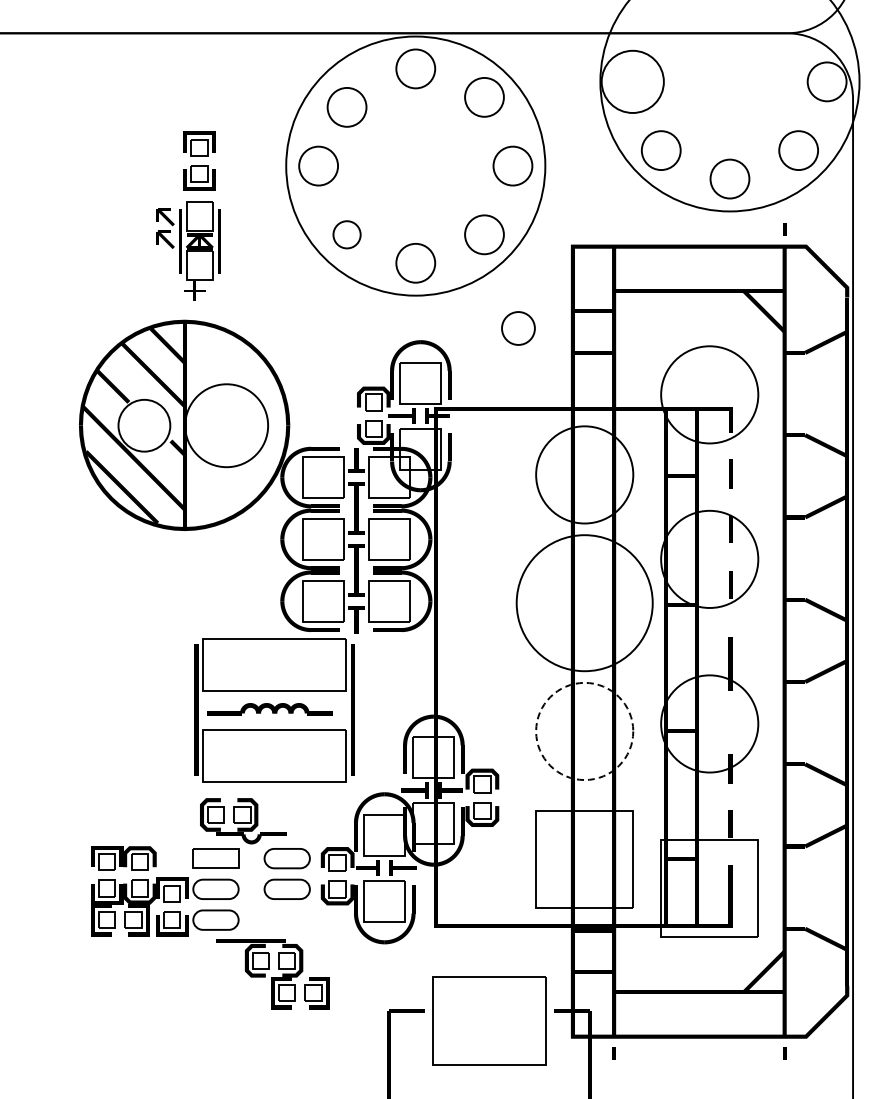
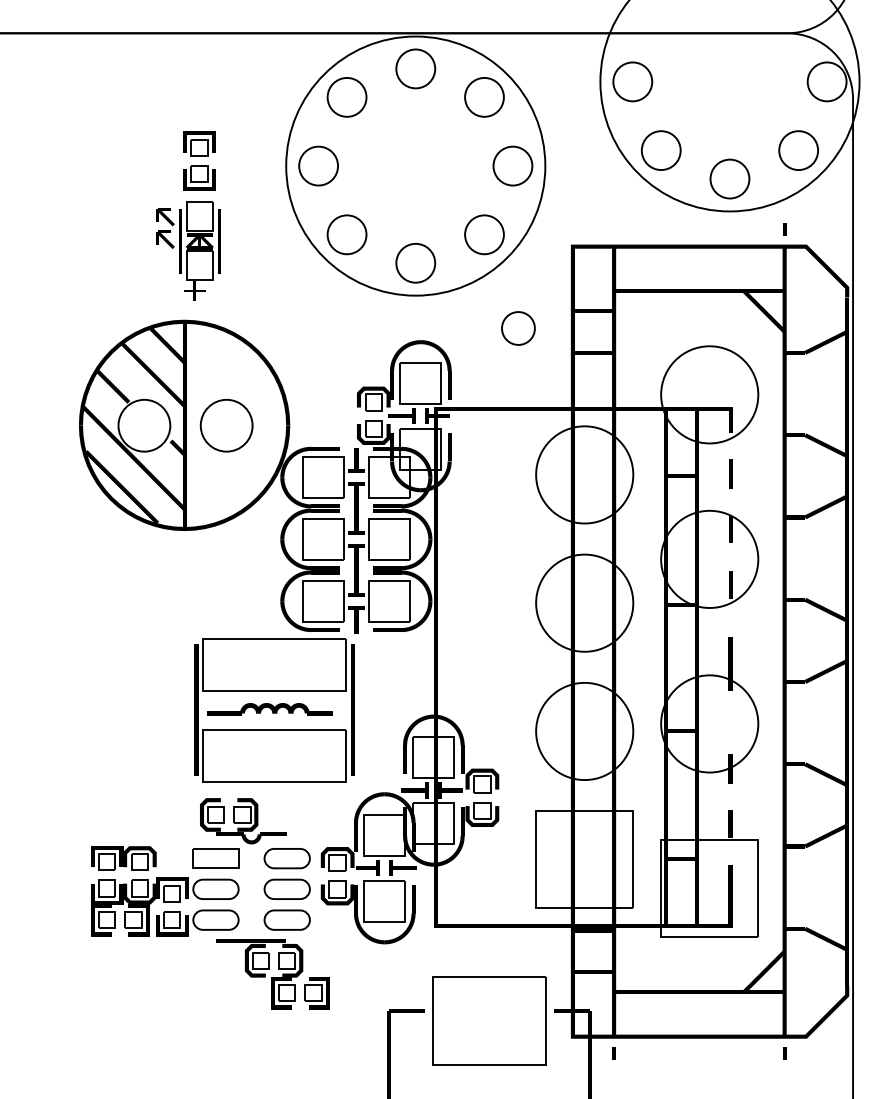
circle at (632, 81) diameter: 62 px -> 39 px
circle at (346, 107) position: (346, 107) -> (346, 97)
circle at (346, 234) diameter: 27 px -> 39 px
circle at (226, 425) diameter: 83 px -> 52 px
circle at (584, 603) diameter: 136 px -> 97 px
circle at (584, 731): dashed -> solid
part at (286, 919): none -> present
